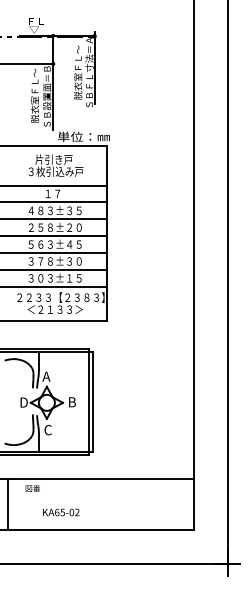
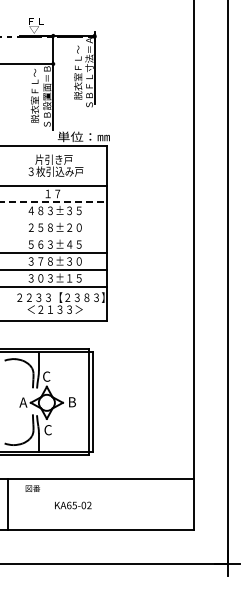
line at (53, 202): solid -> dashed
line at (54, 219): present -> none
line at (54, 236): present -> none
text at (46, 376): A -> C
text at (23, 402): D -> A
text at (61, 512) position: (61, 512) -> (73, 505)
